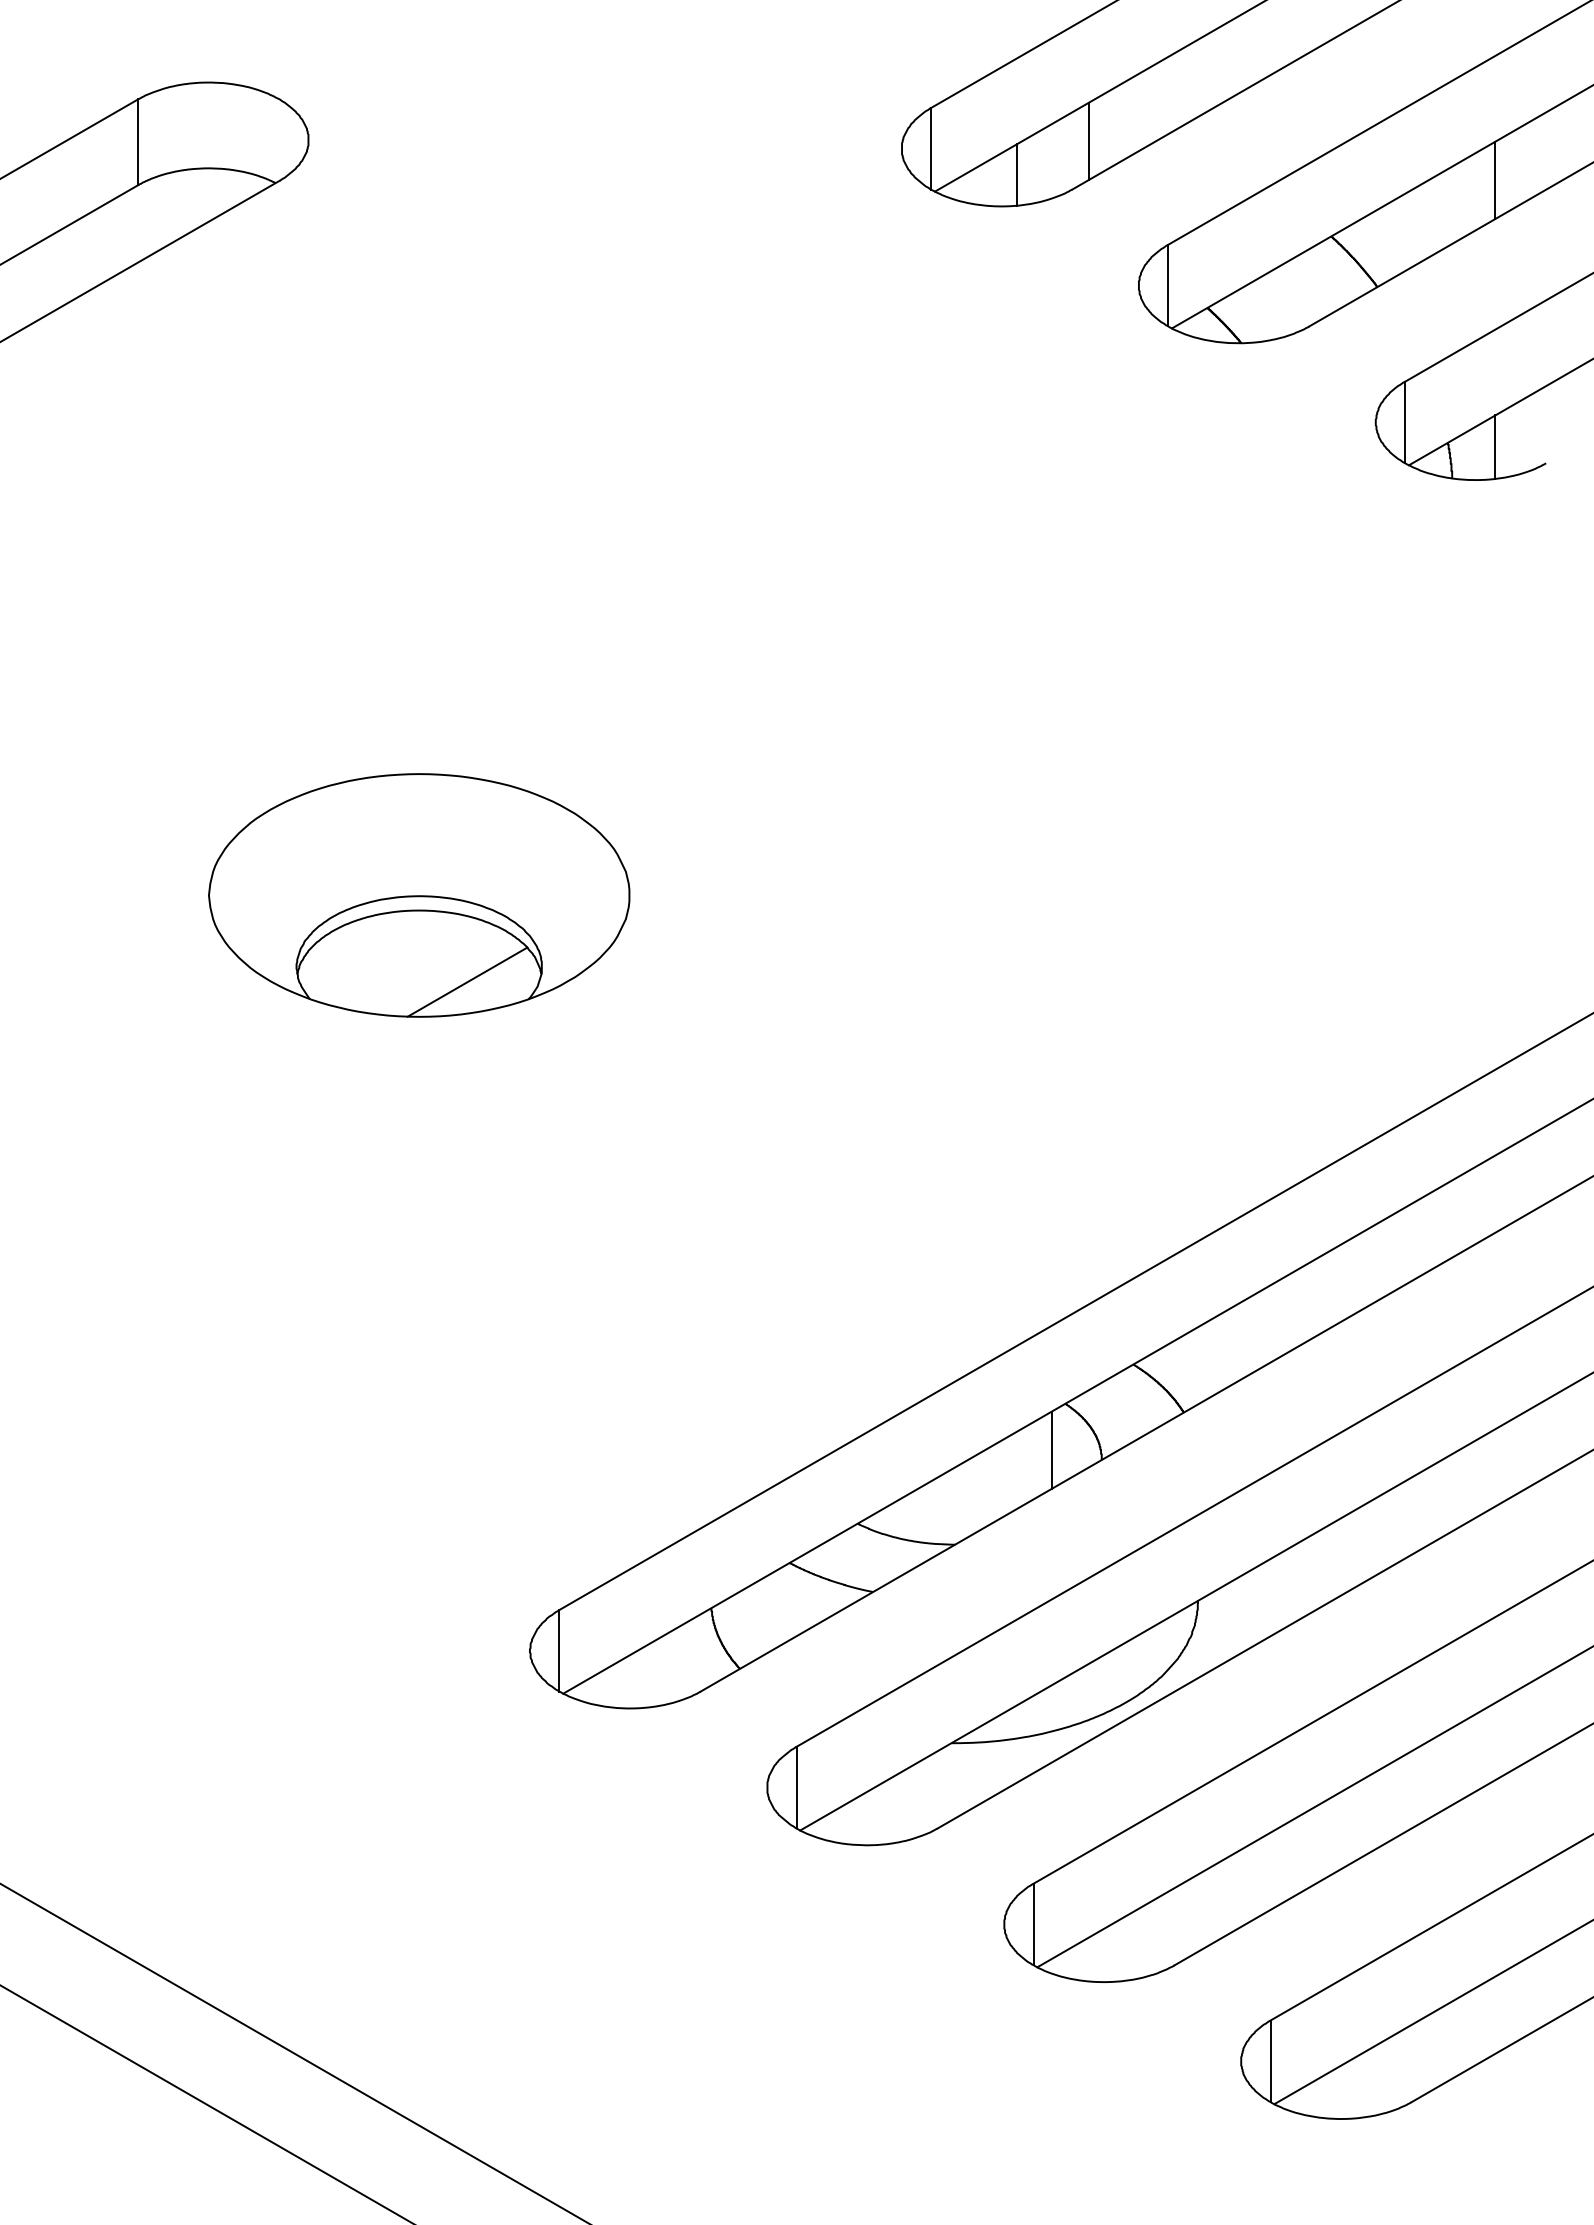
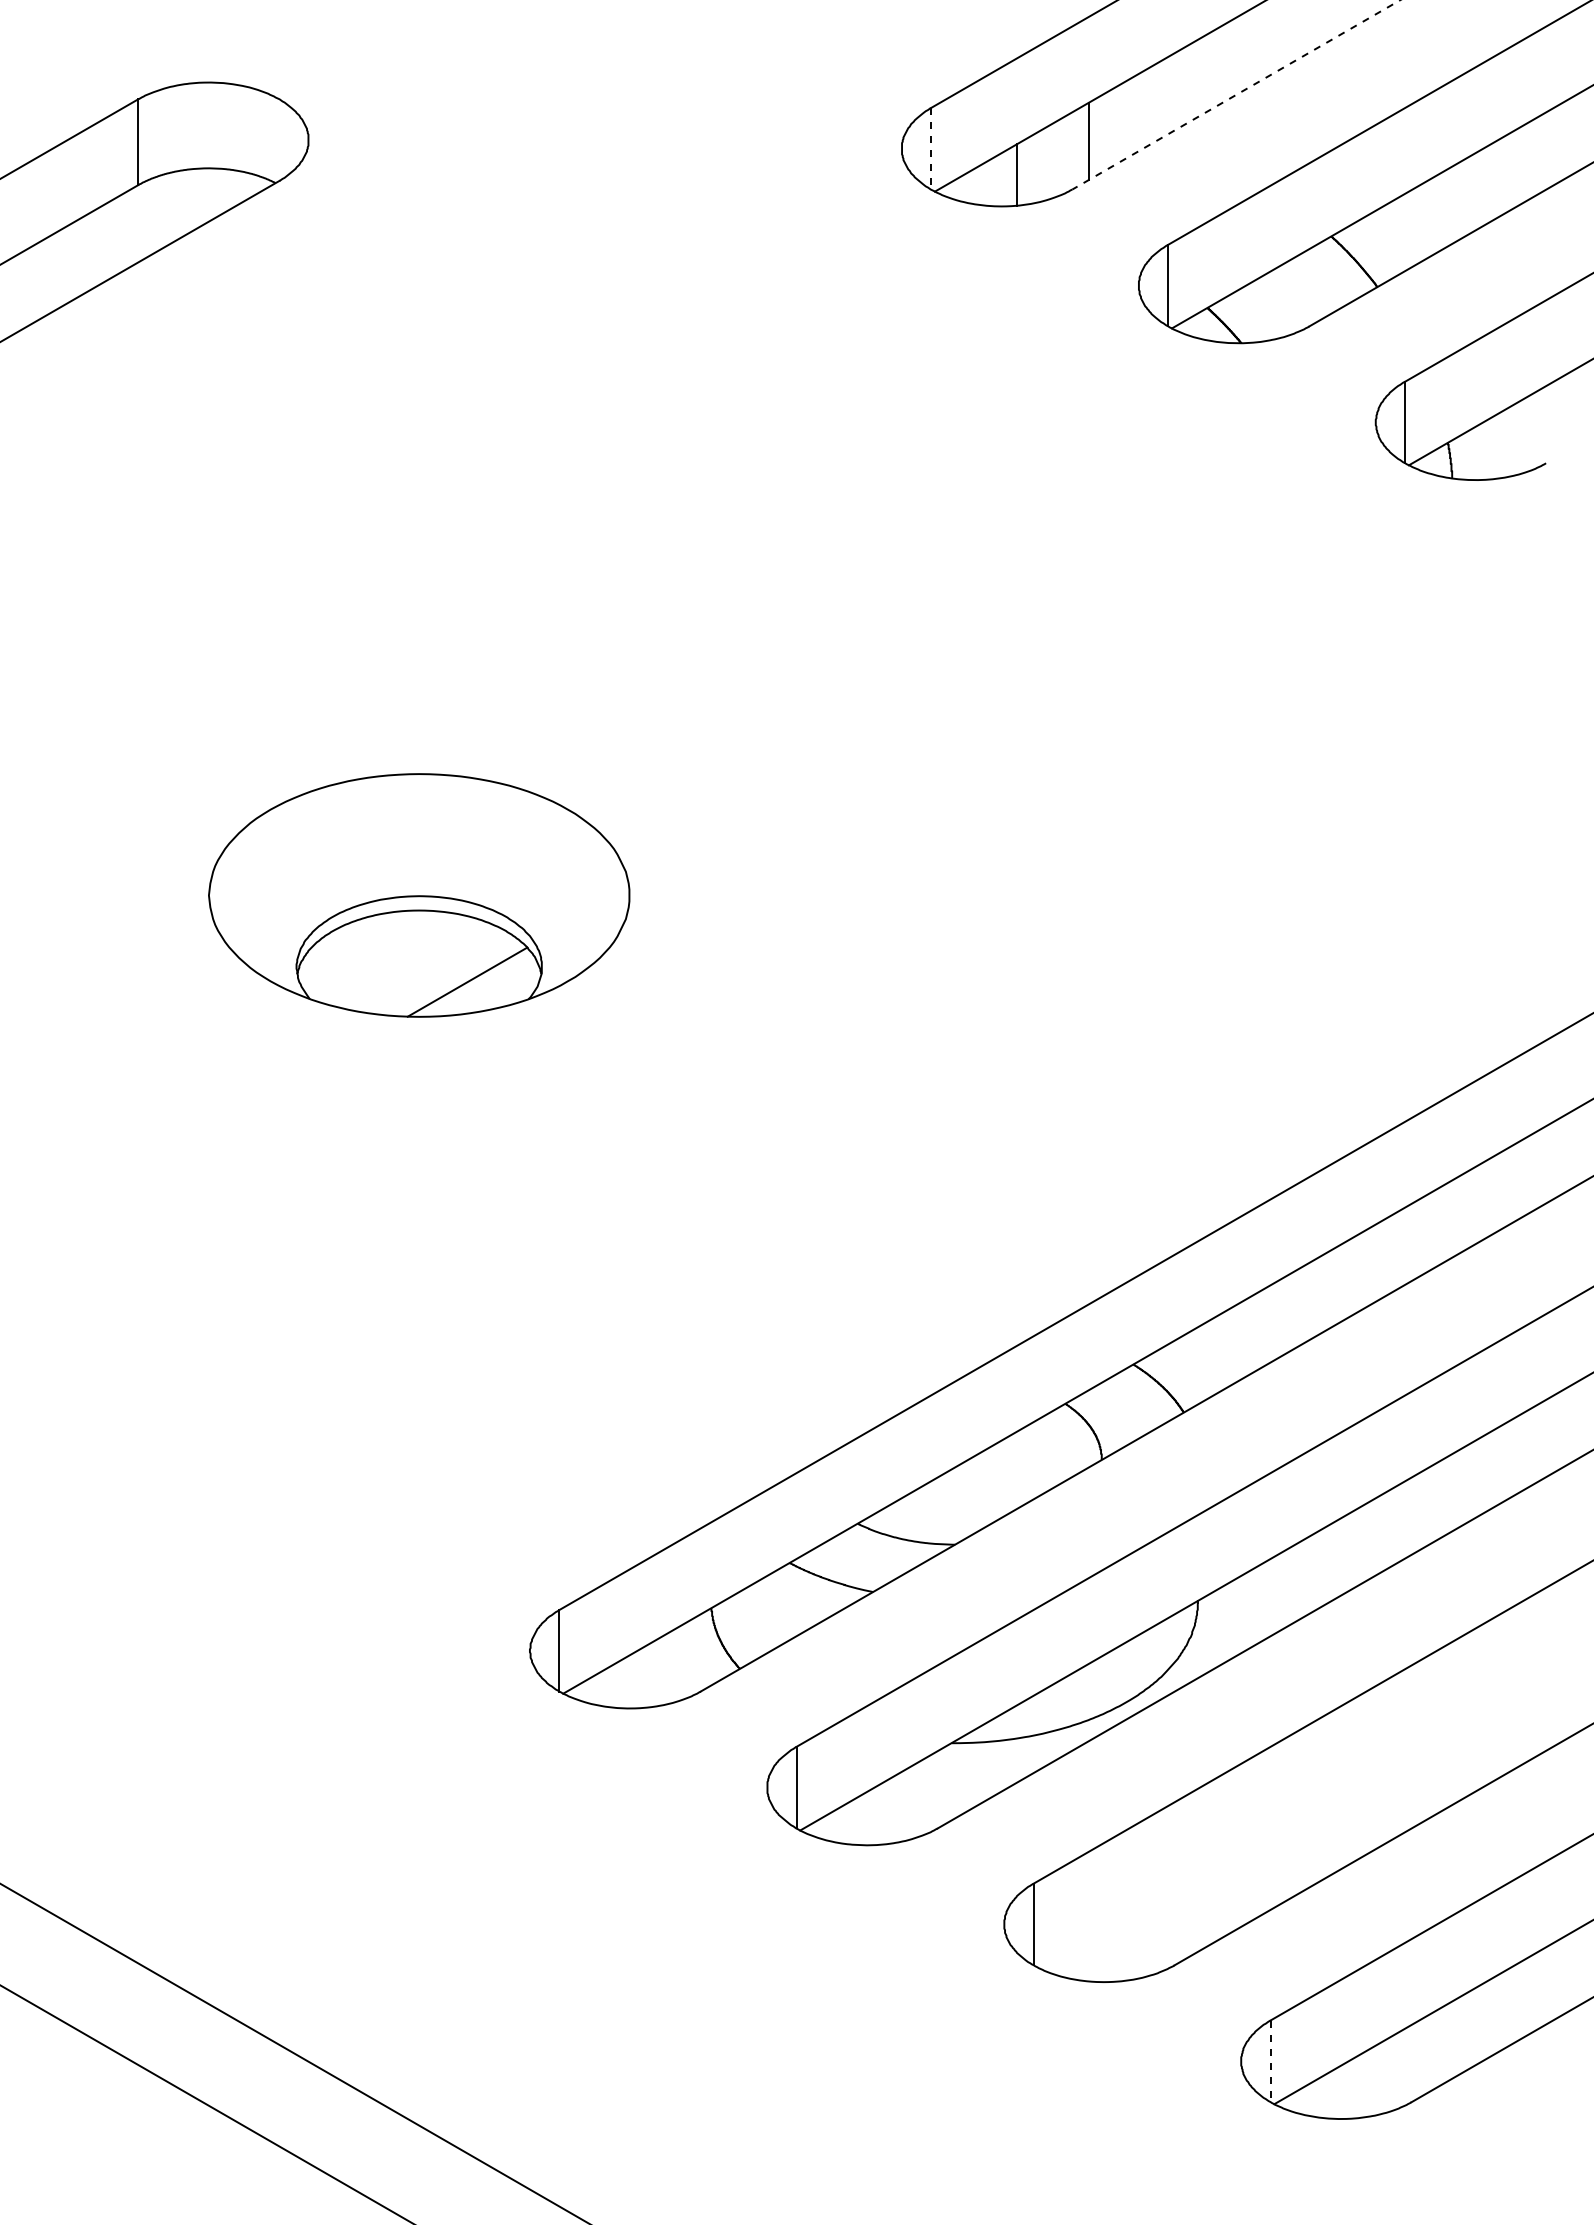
line at (1235, 95): solid -> dashed
line at (931, 148): solid -> dashed
line at (1495, 180): present -> none
line at (1495, 446): present -> none
line at (1051, 1449): present -> none
line at (1313, 1807): present -> none
line at (1270, 2061): solid -> dashed
